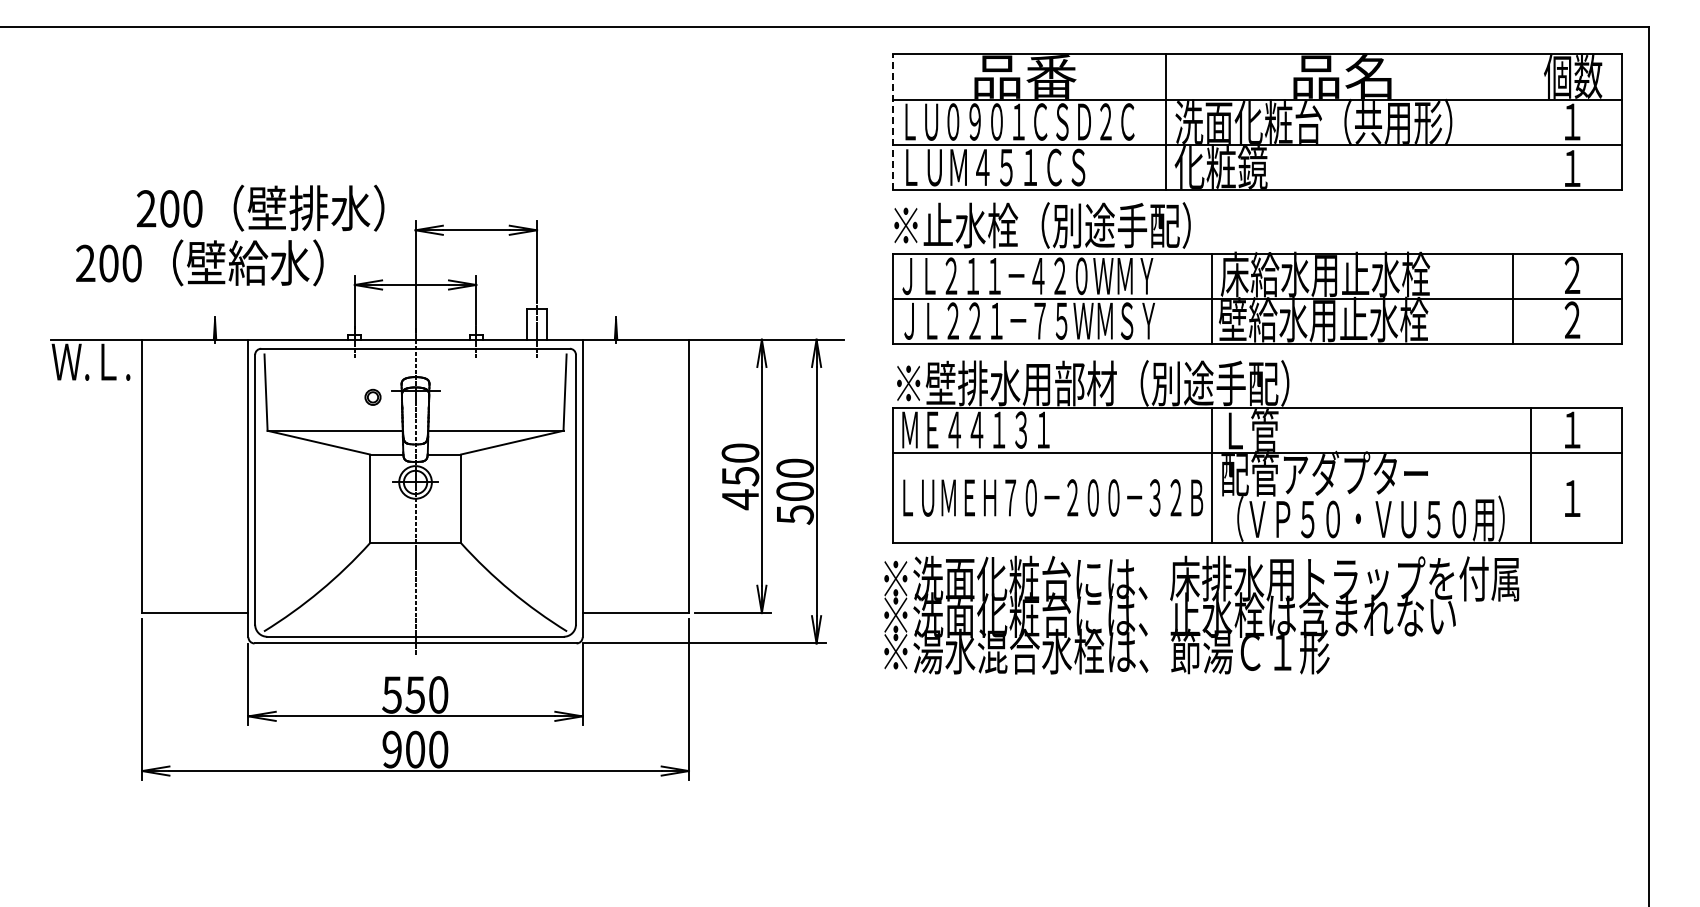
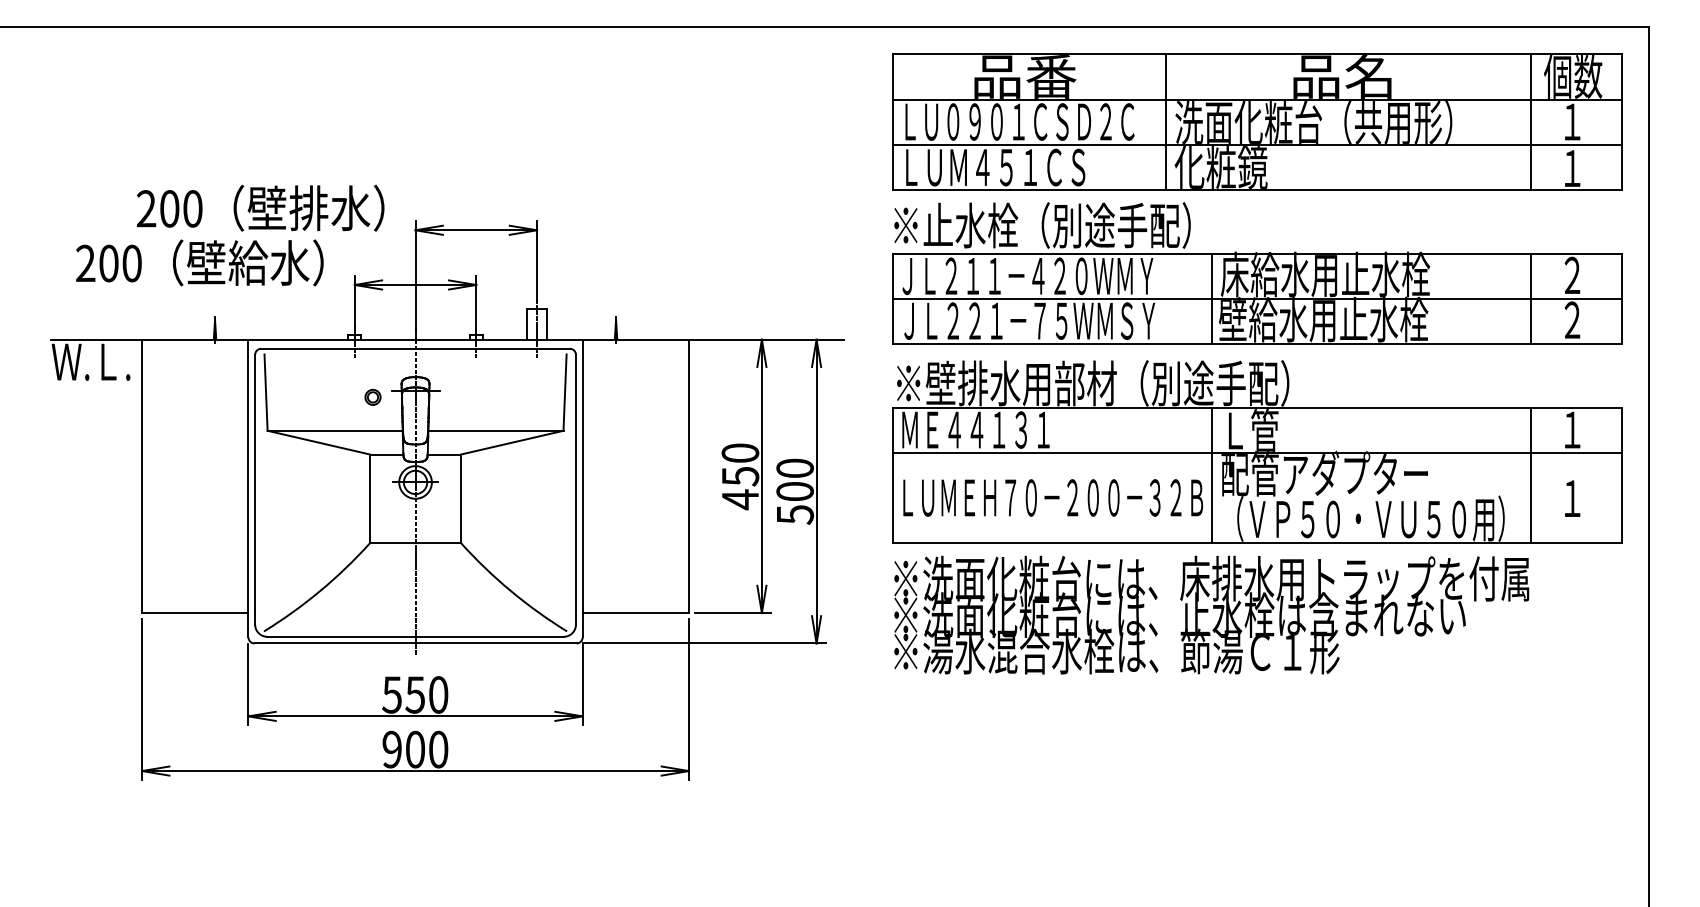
line at (892, 122): dashed -> solid
line at (1530, 122): none -> present
line at (1512, 298) position: (1512, 298) -> (1530, 298)
text at (1201, 614) position: (1201, 614) -> (1211, 614)
